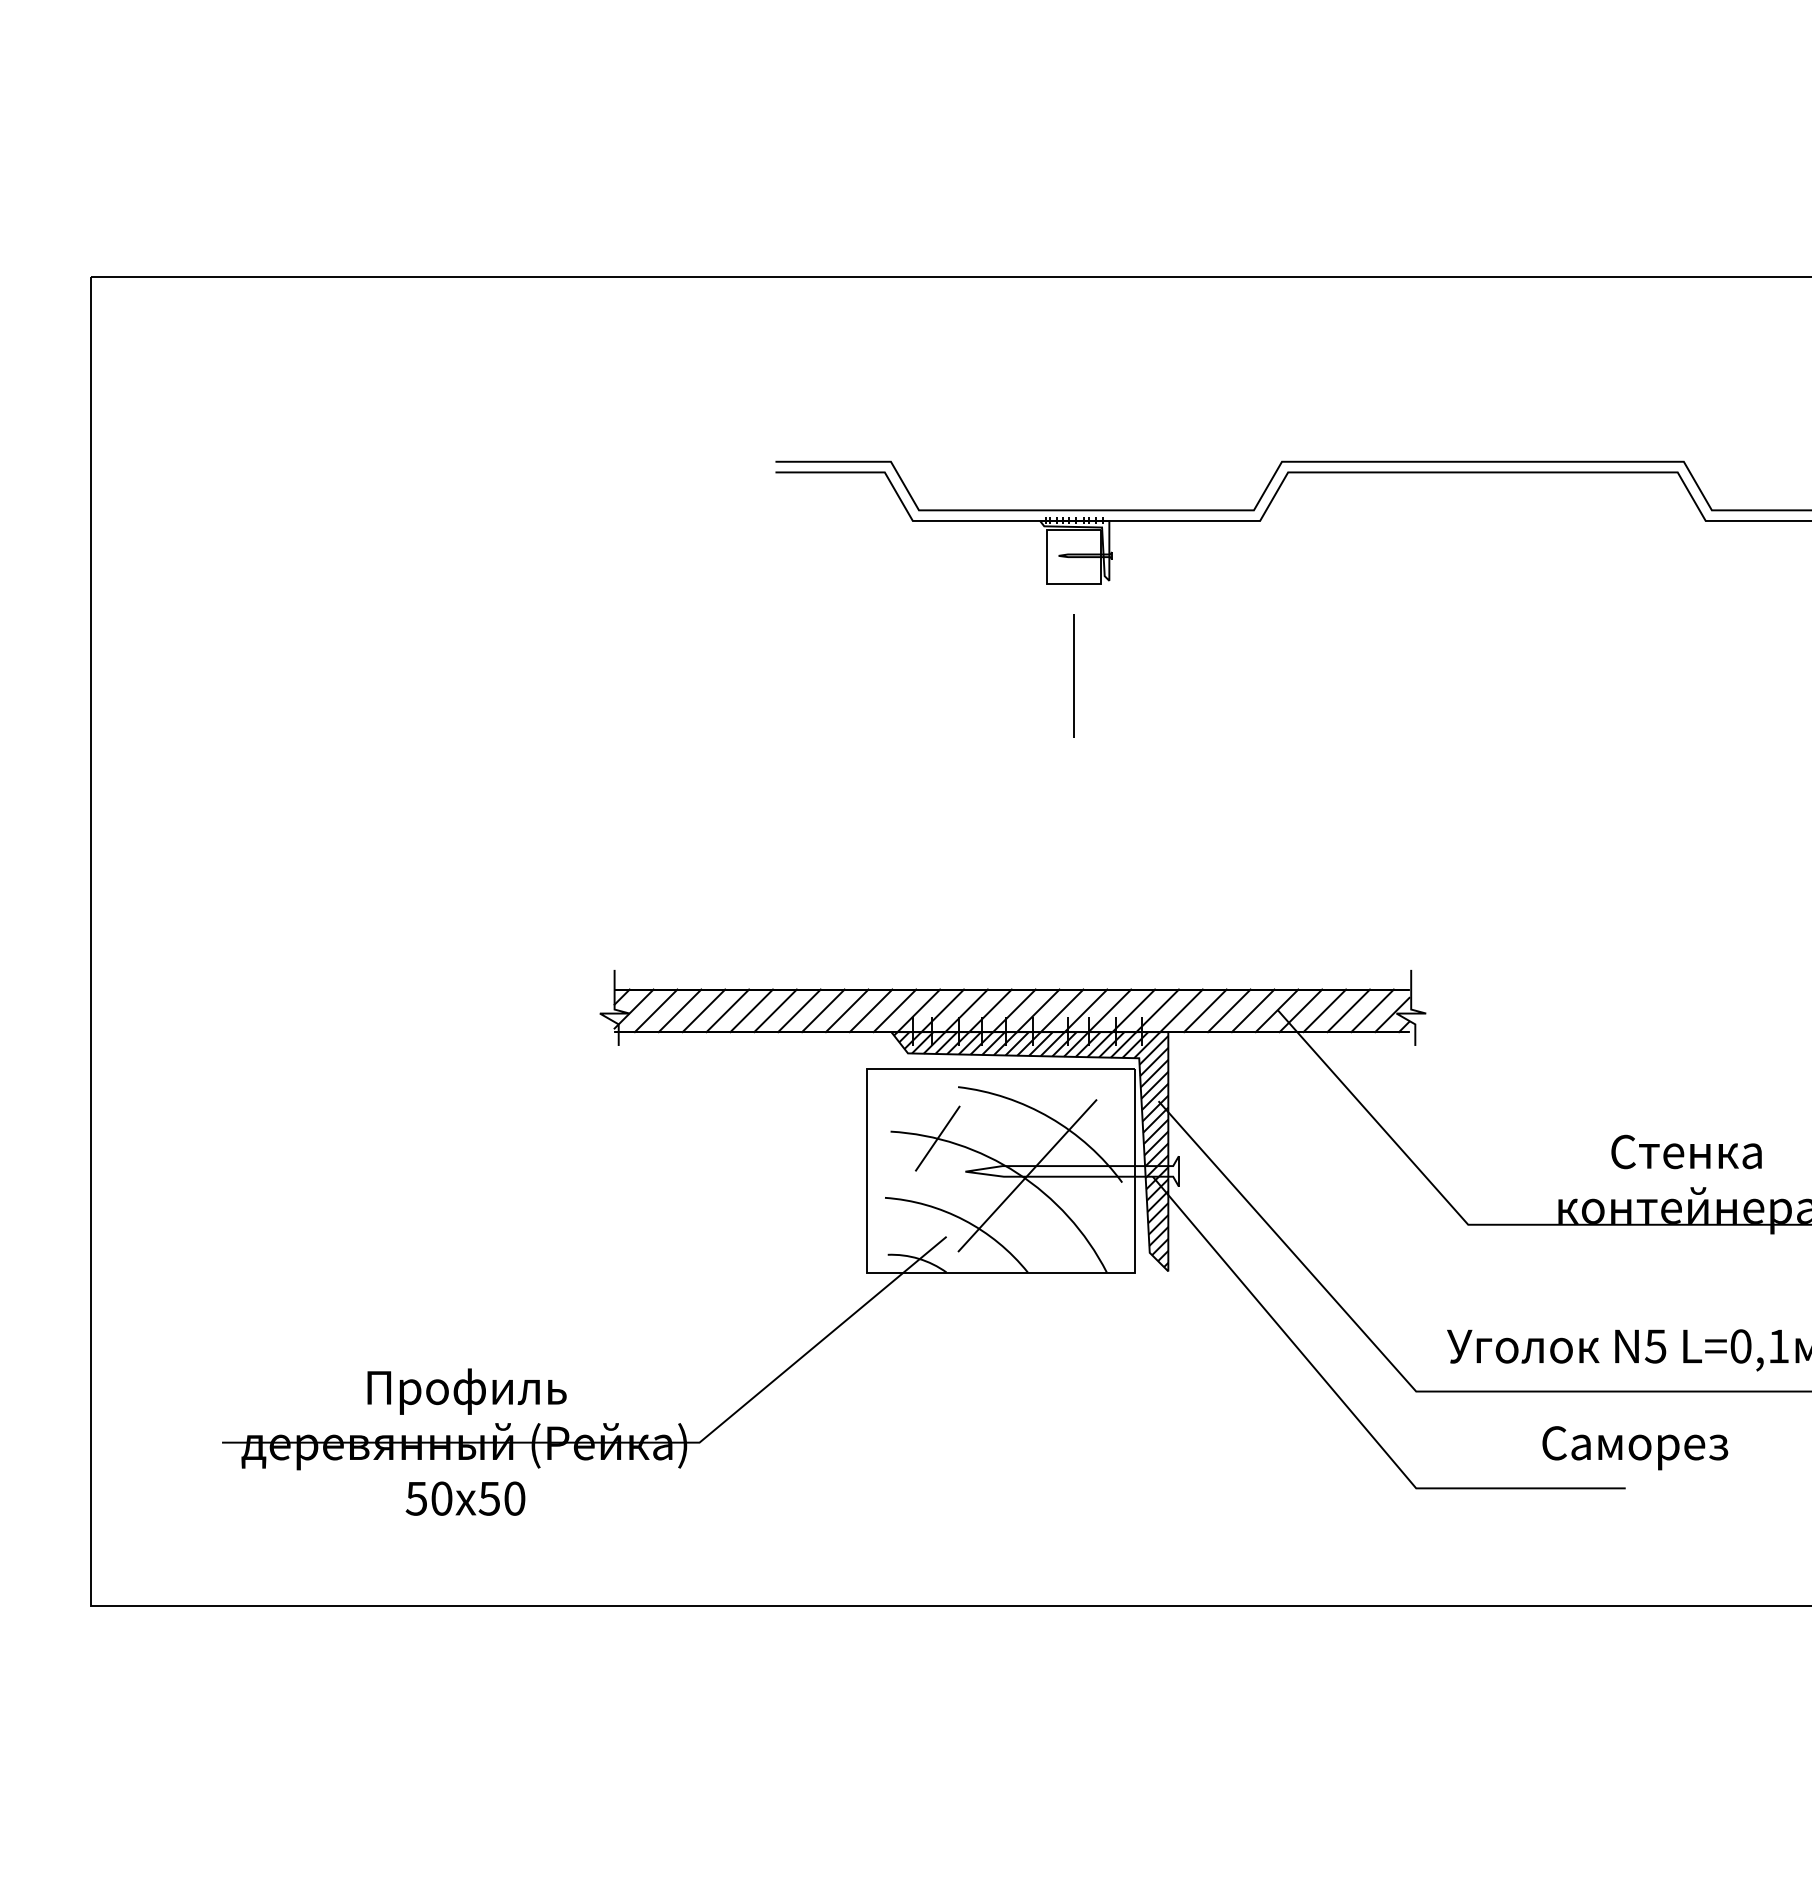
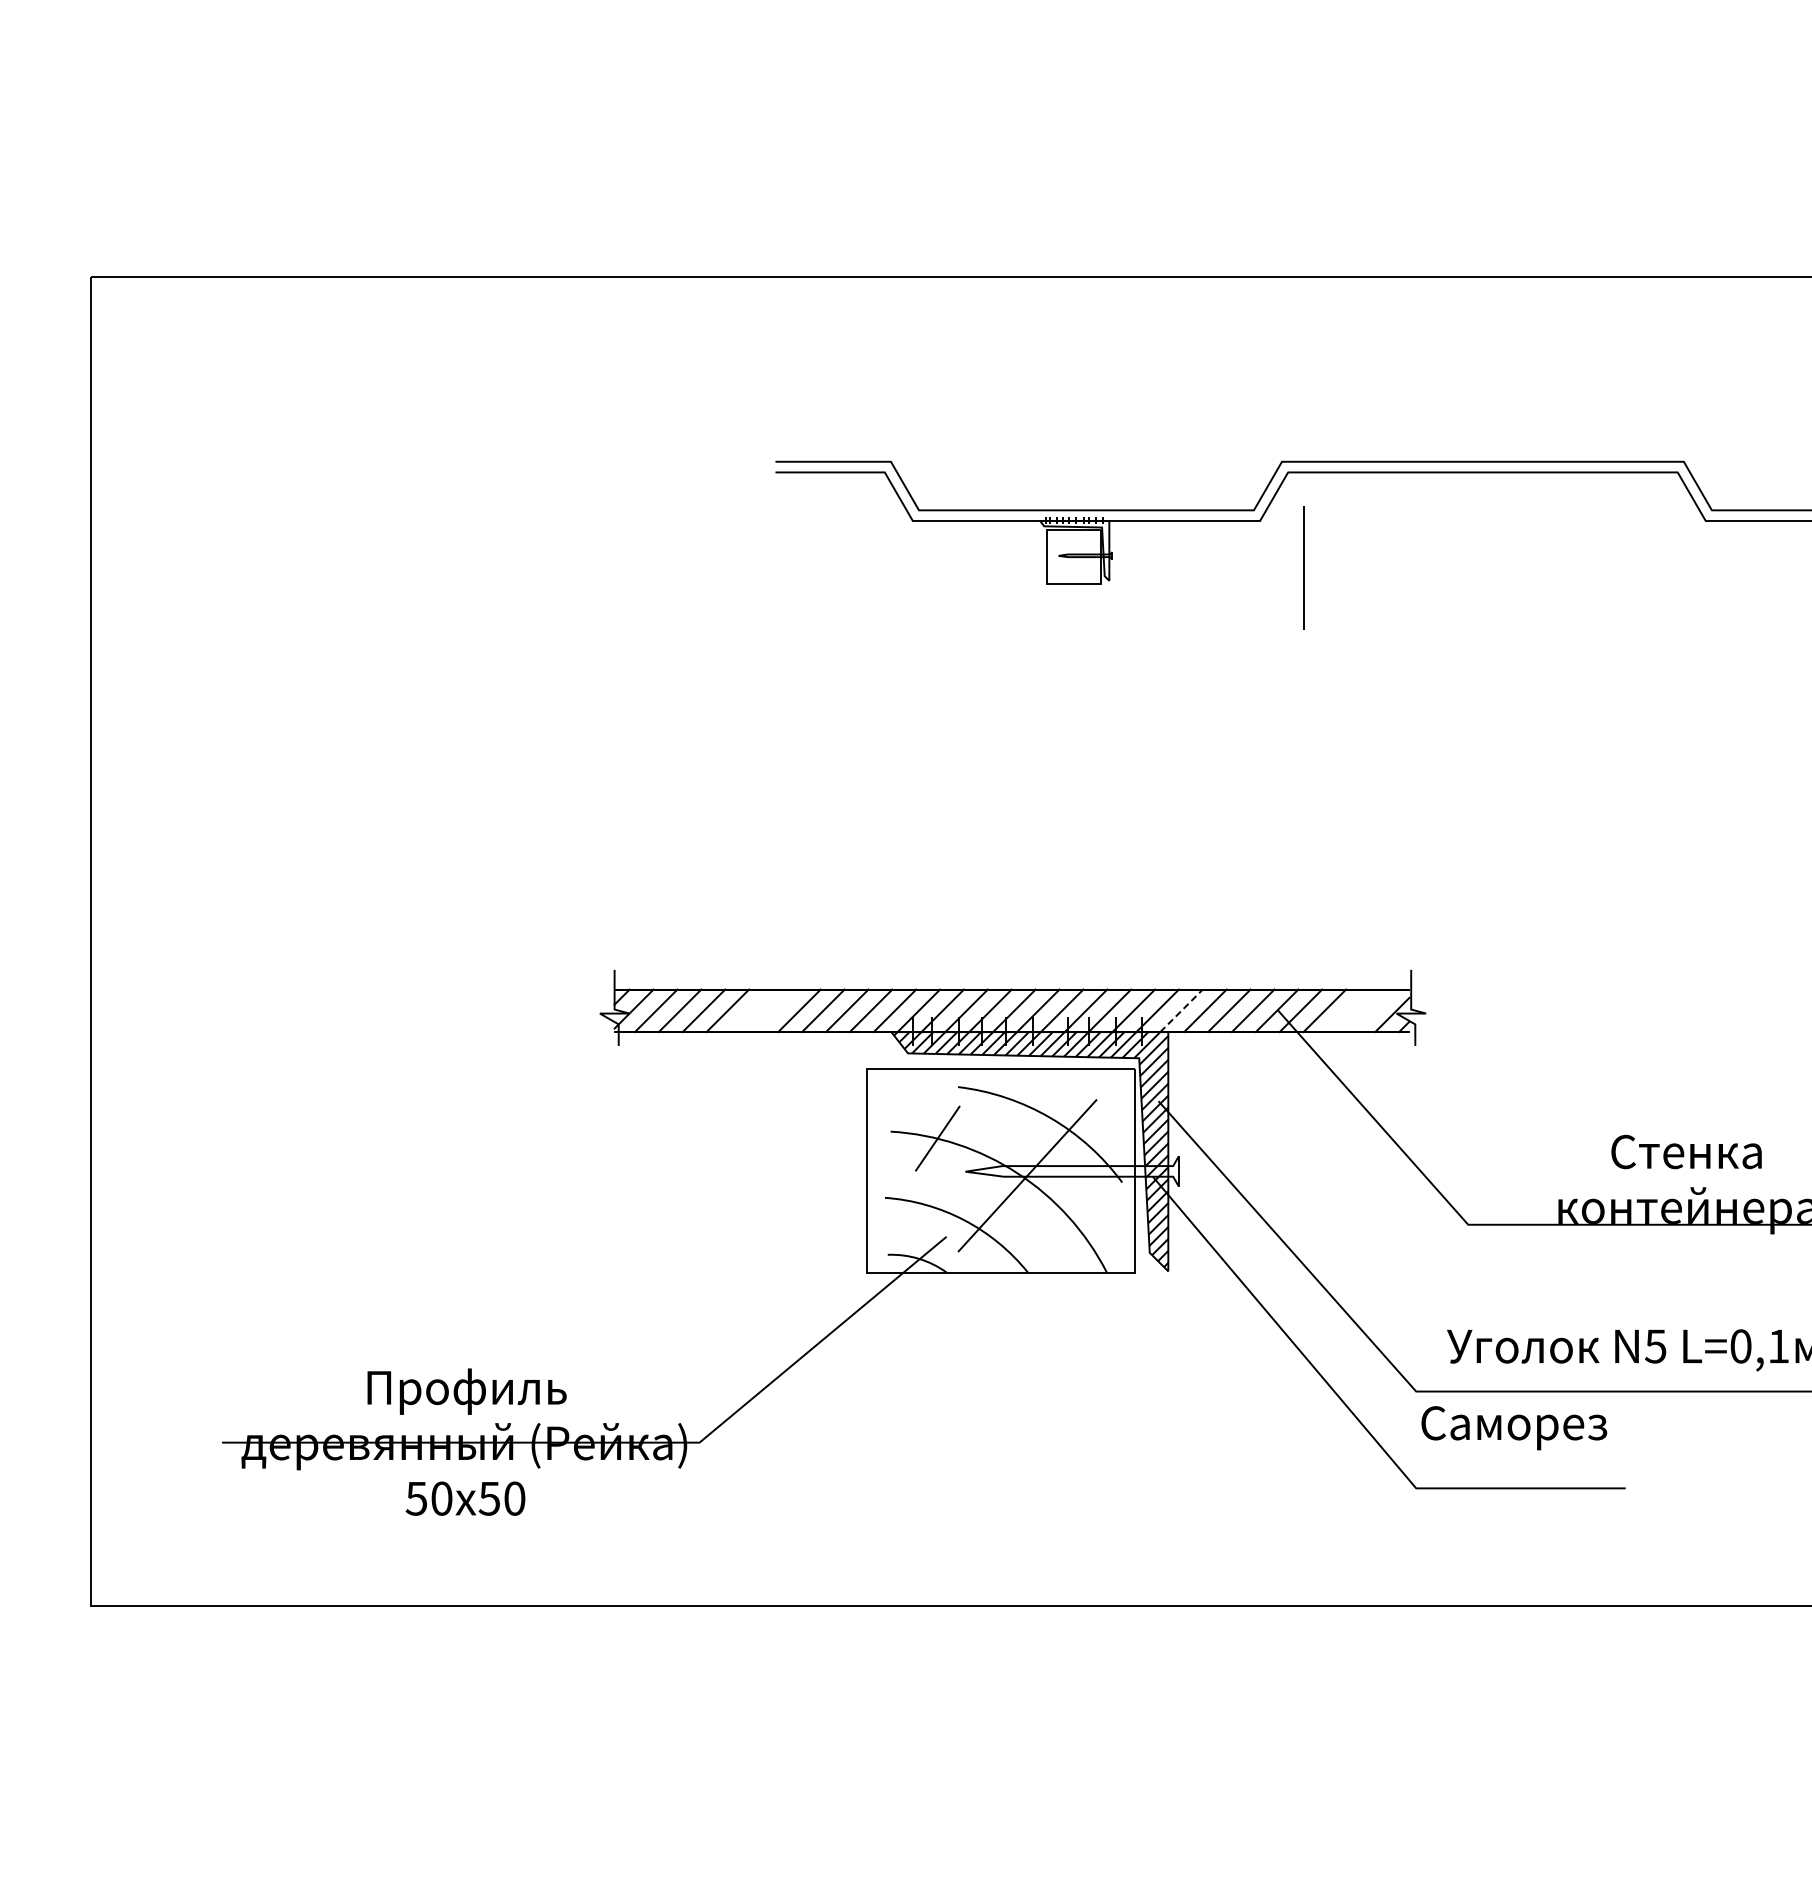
line at (1073, 675) position: (1073, 675) -> (1303, 567)
line at (751, 1010): present -> none
line at (775, 1010): present -> none
line at (1181, 1010): solid -> dashed
line at (1348, 1010): present -> none
line at (1372, 1010): present -> none
text at (1635, 1448) position: (1635, 1448) -> (1514, 1428)
